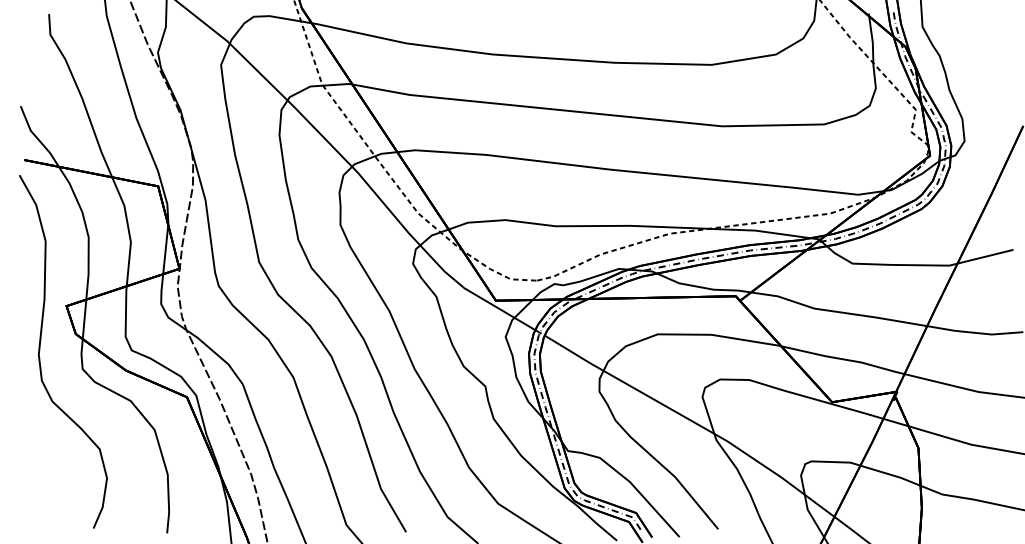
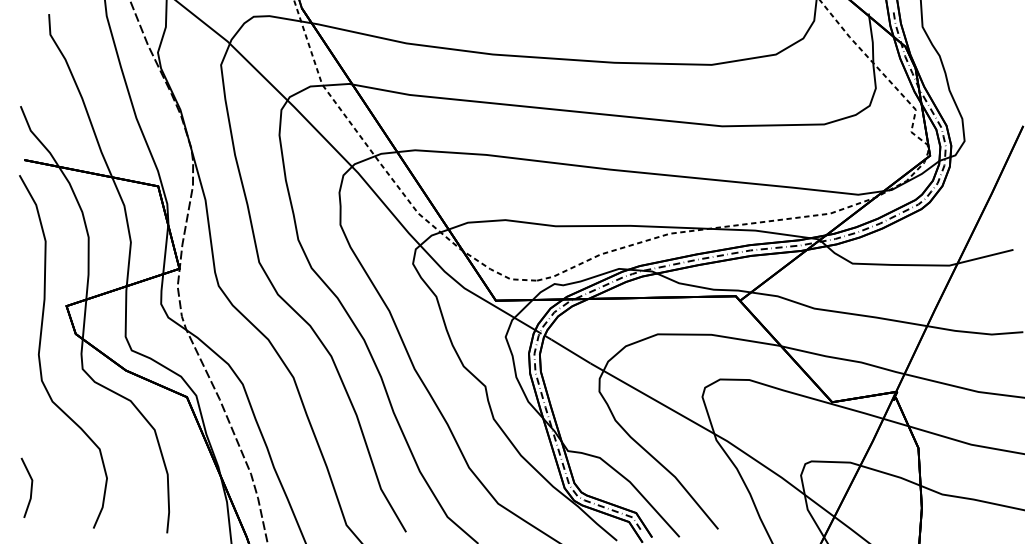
line at (30, 487): none -> present
